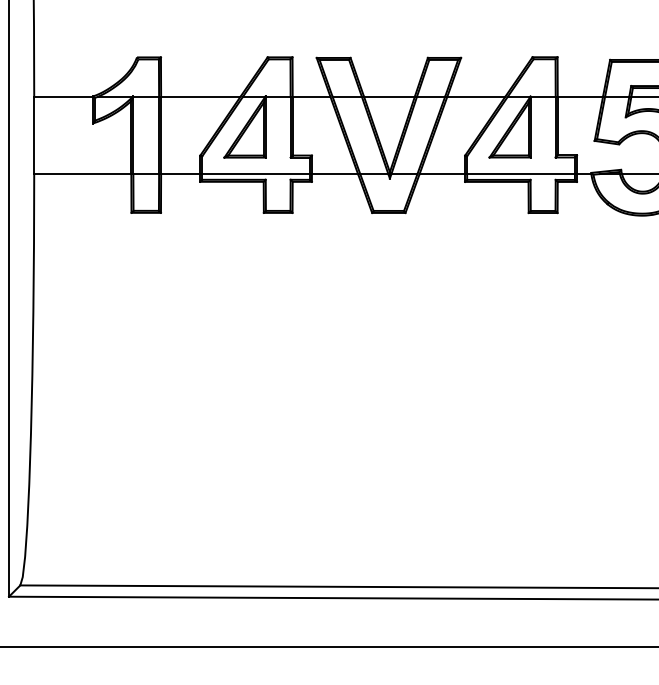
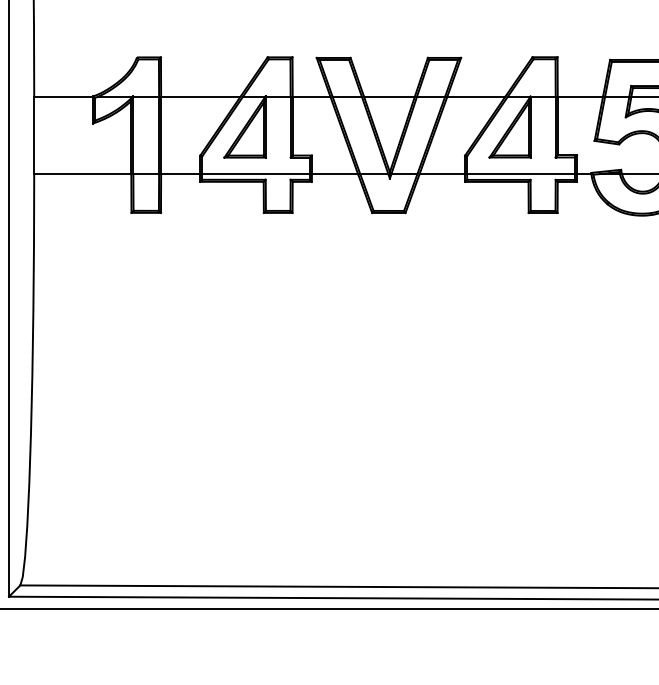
line at (328, 646) position: (328, 646) -> (328, 608)
